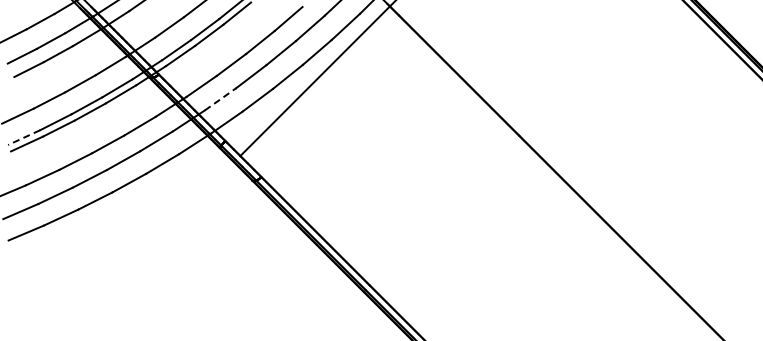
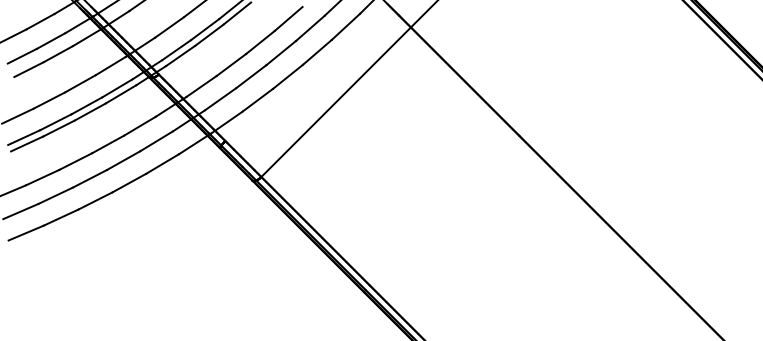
line at (316, 79) position: (316, 79) -> (348, 89)
line at (220, 99): dashed -> solid
line at (24, 137): dashed -> solid
